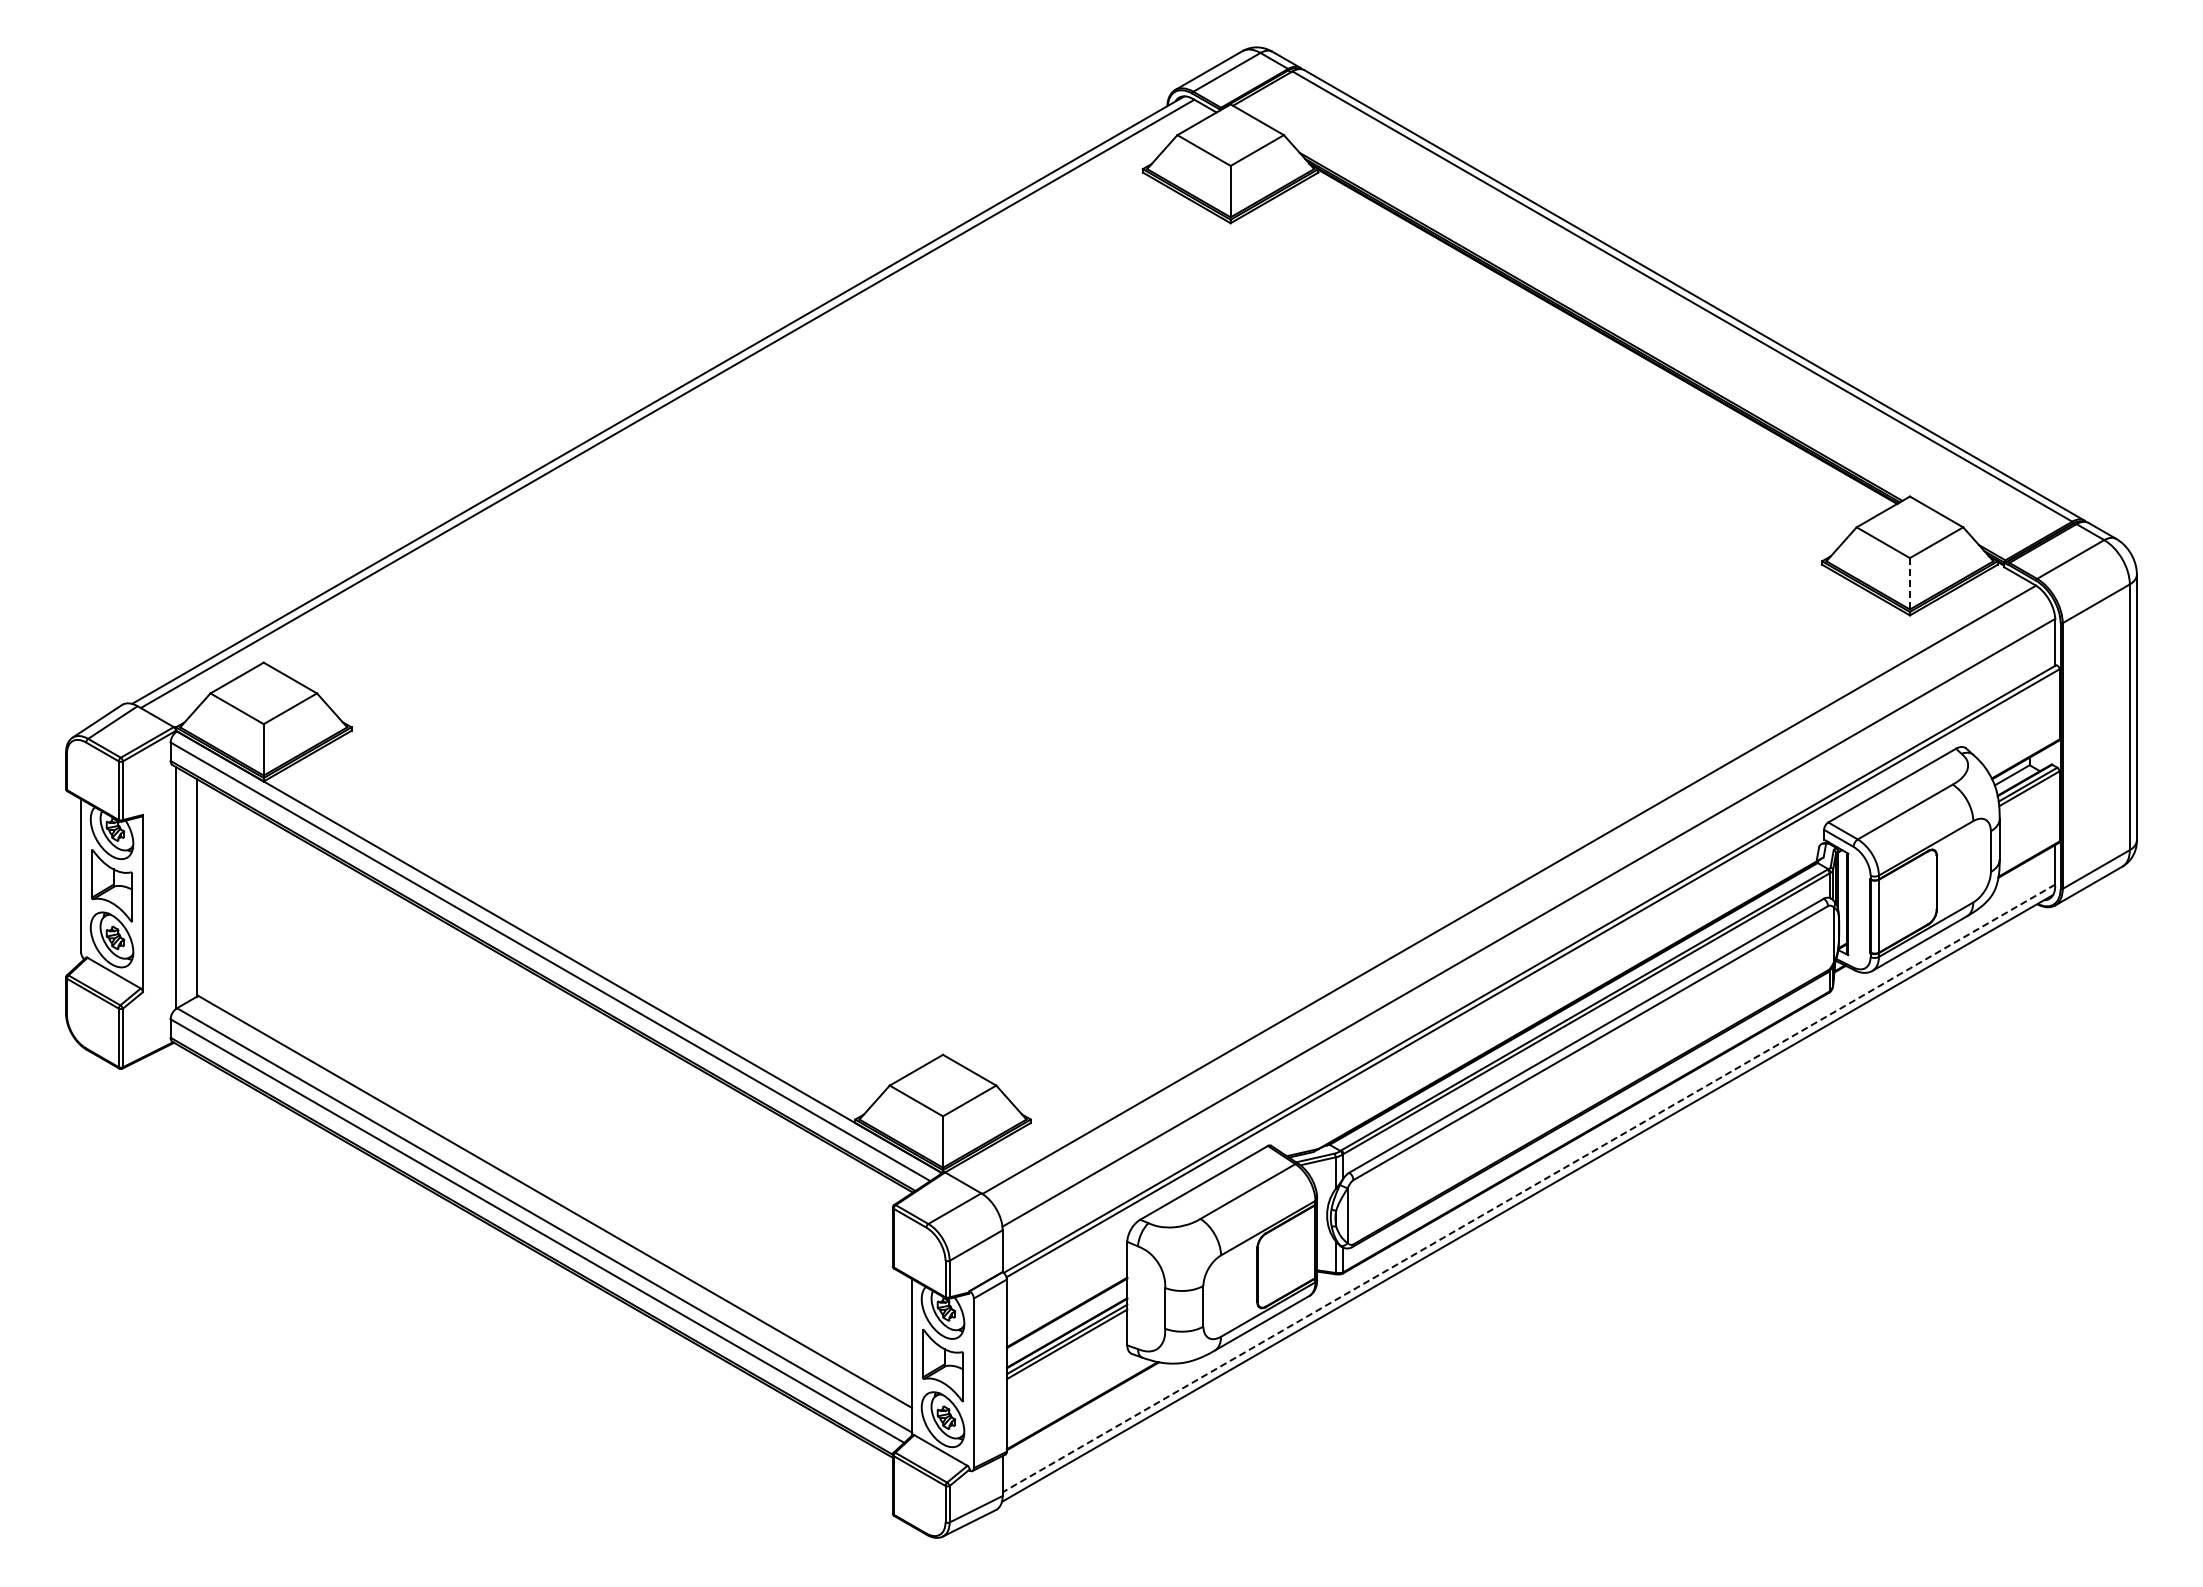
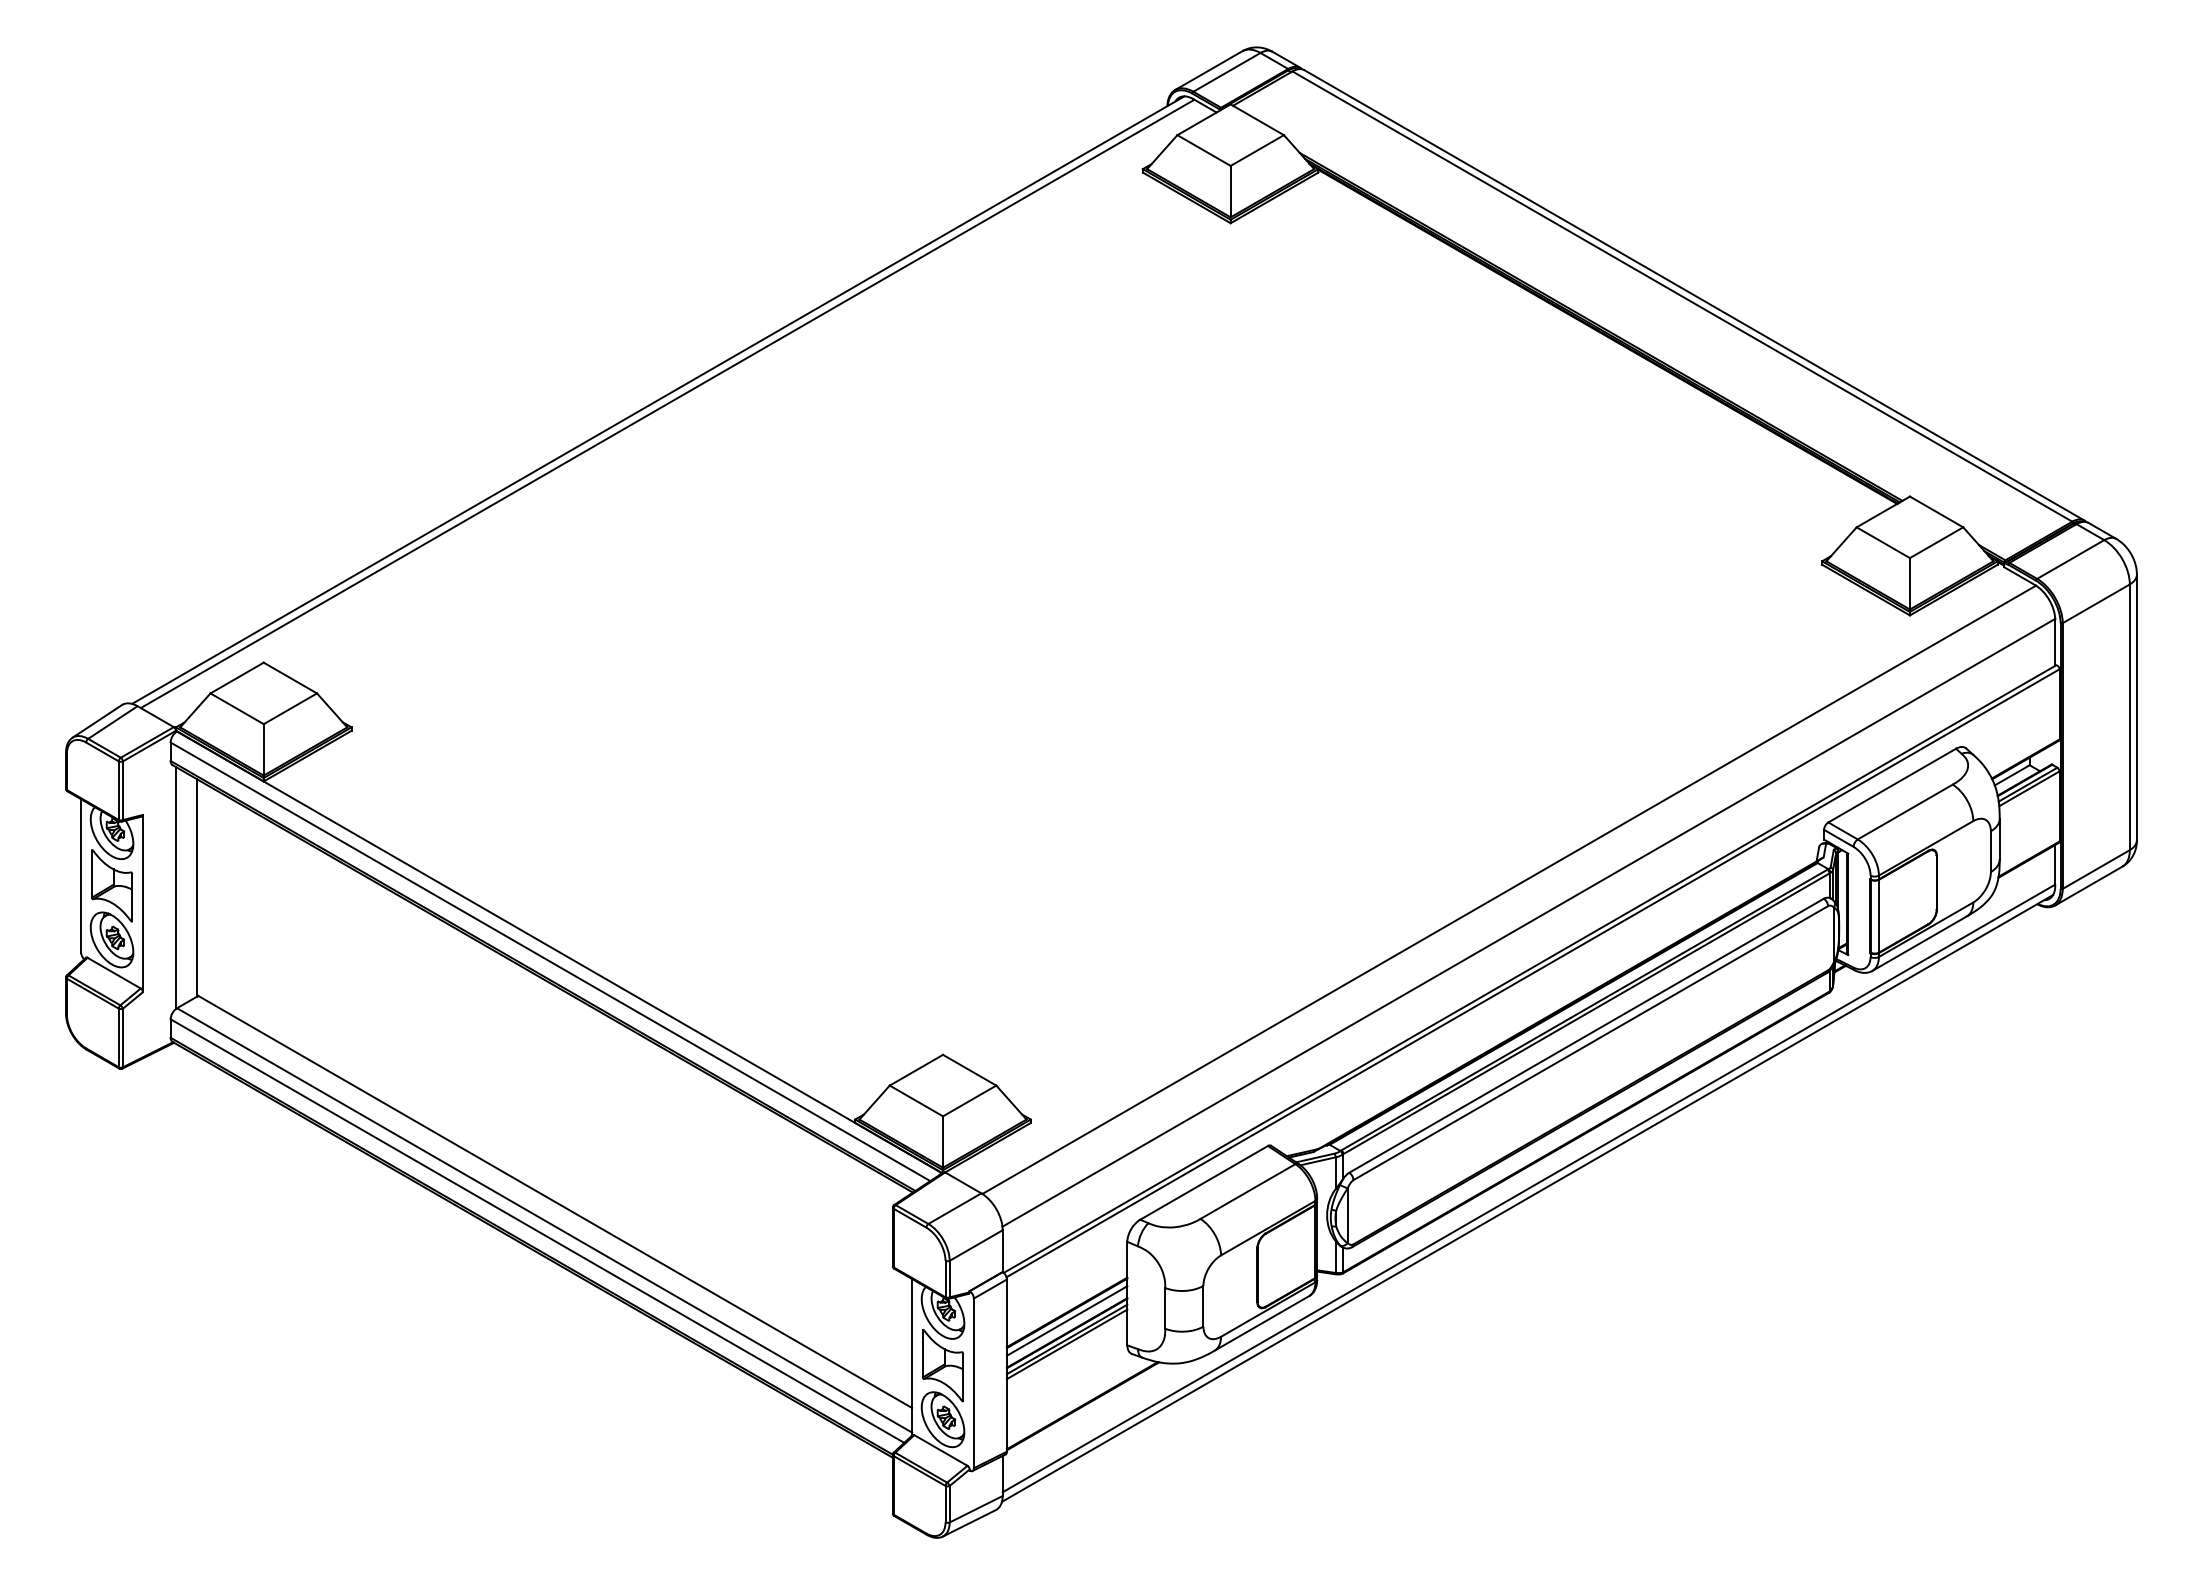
line at (1909, 583): dashed -> solid
line at (1528, 1188): dashed -> solid
line at (1066, 1320): none -> present
